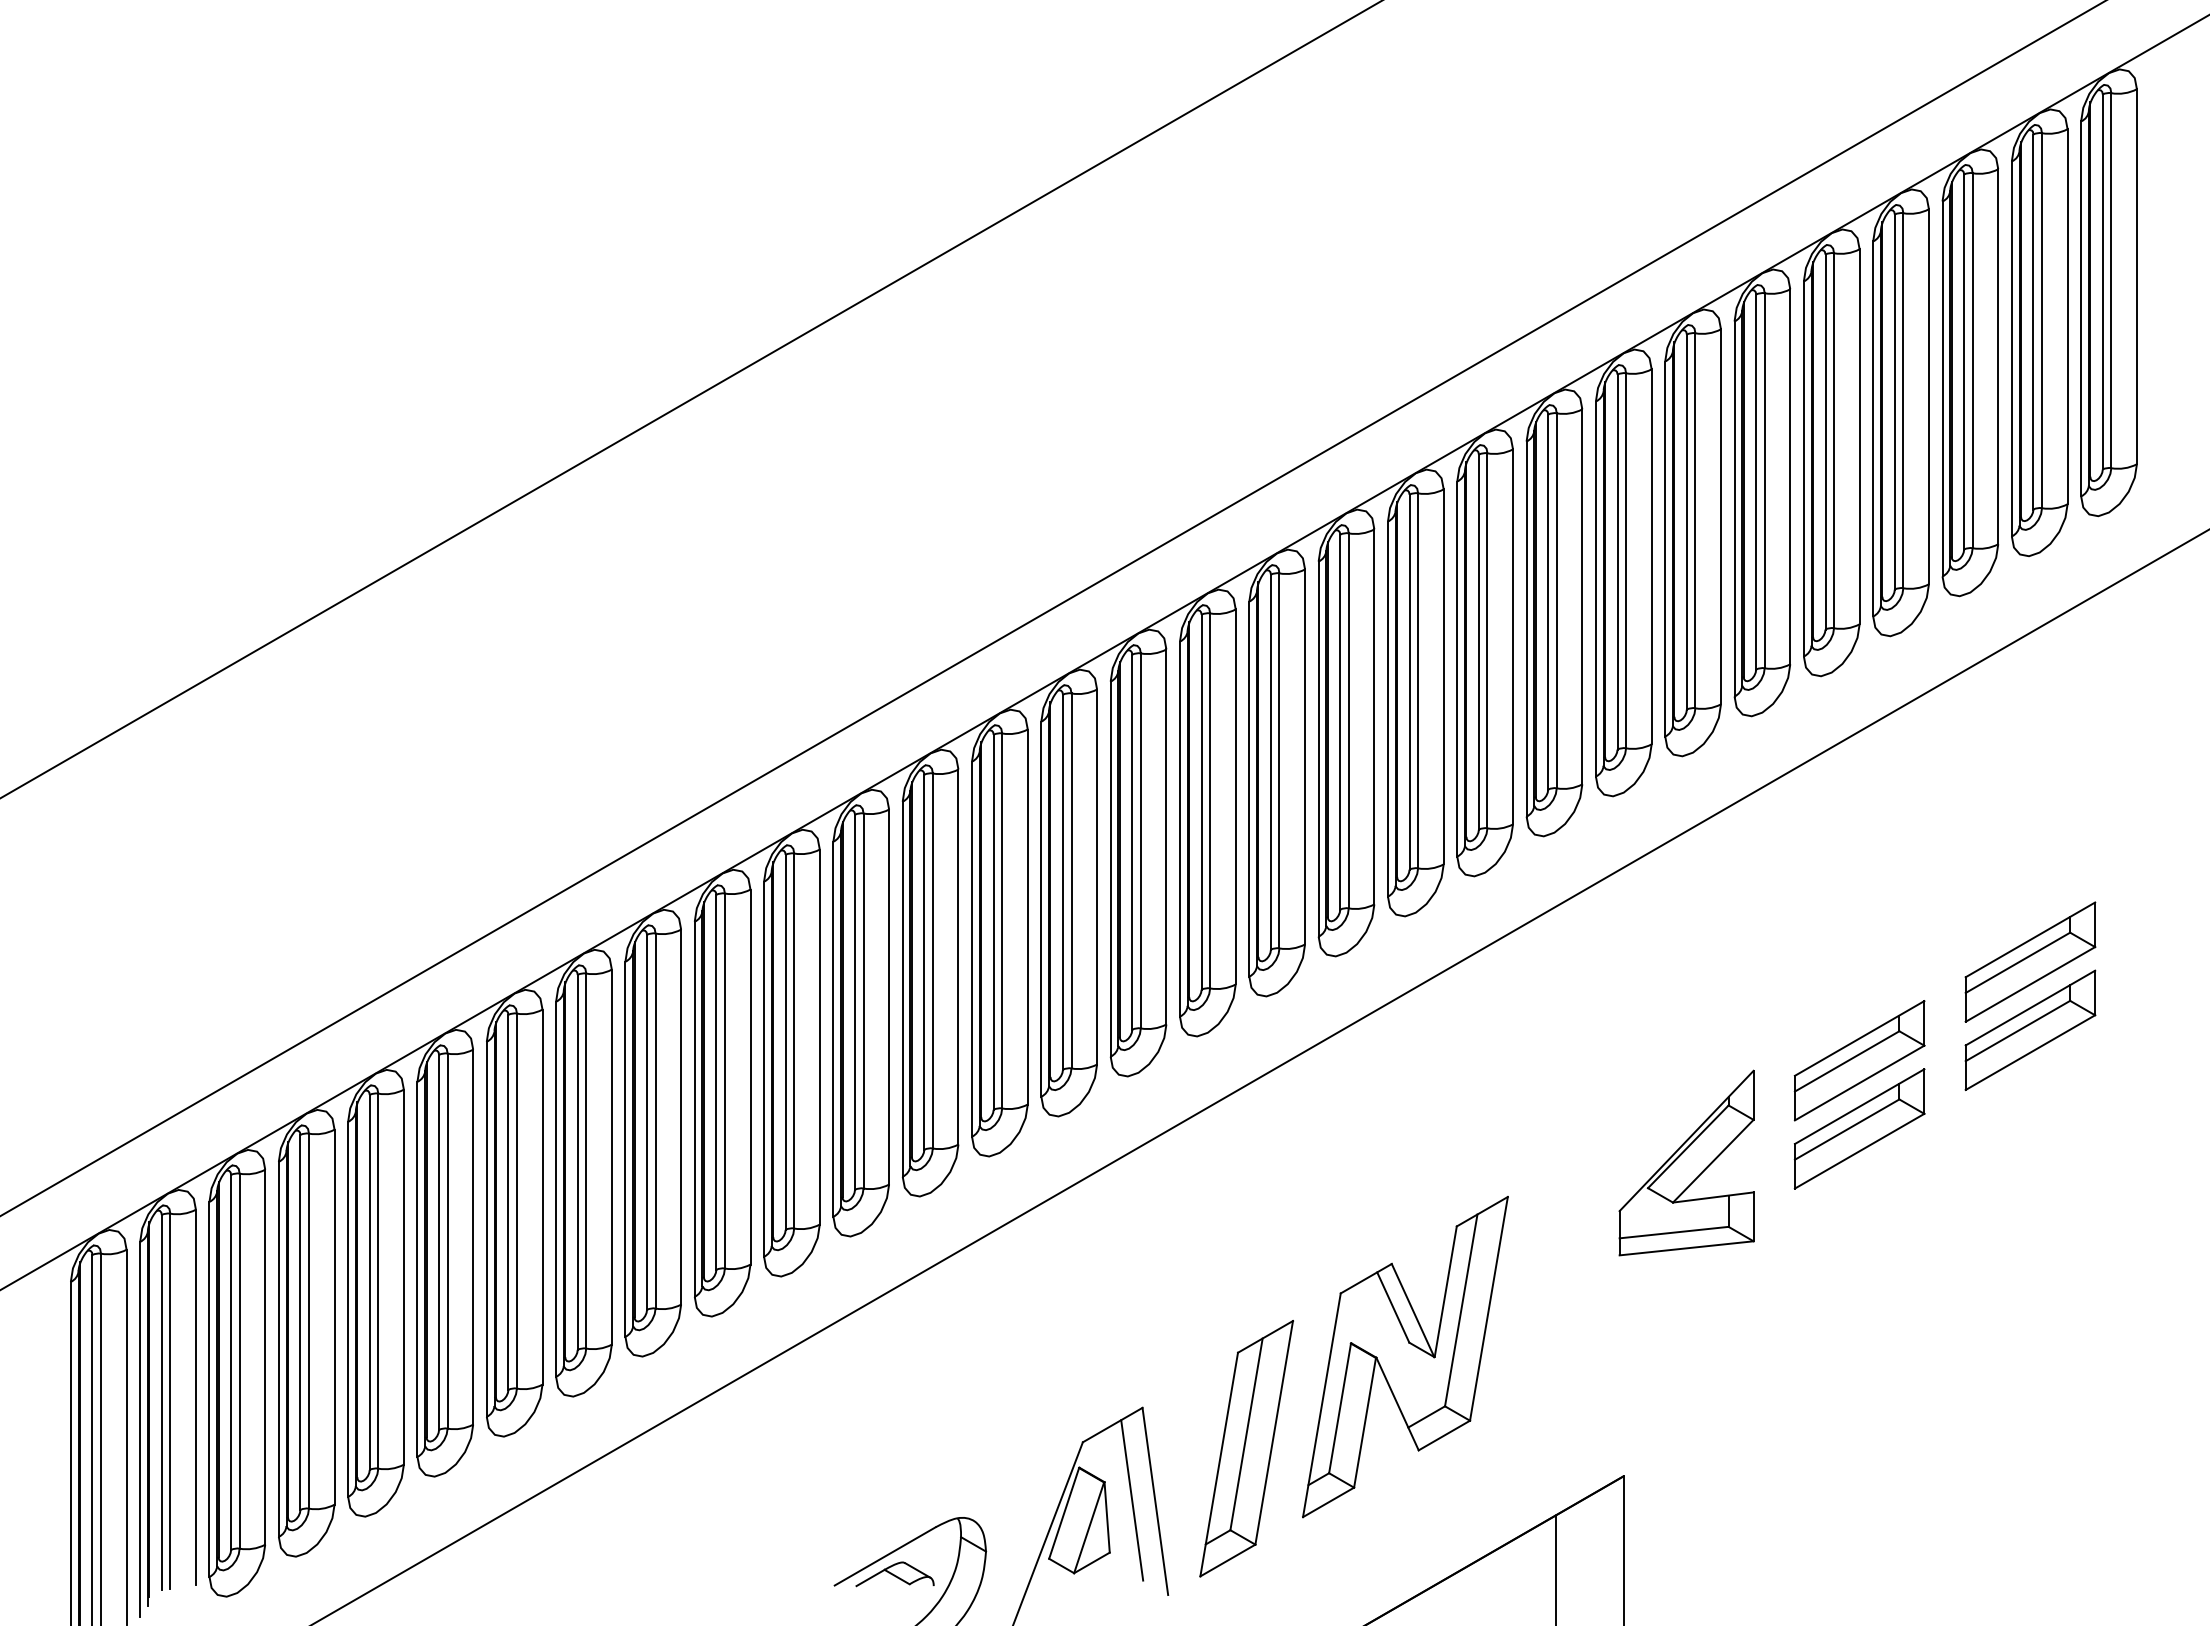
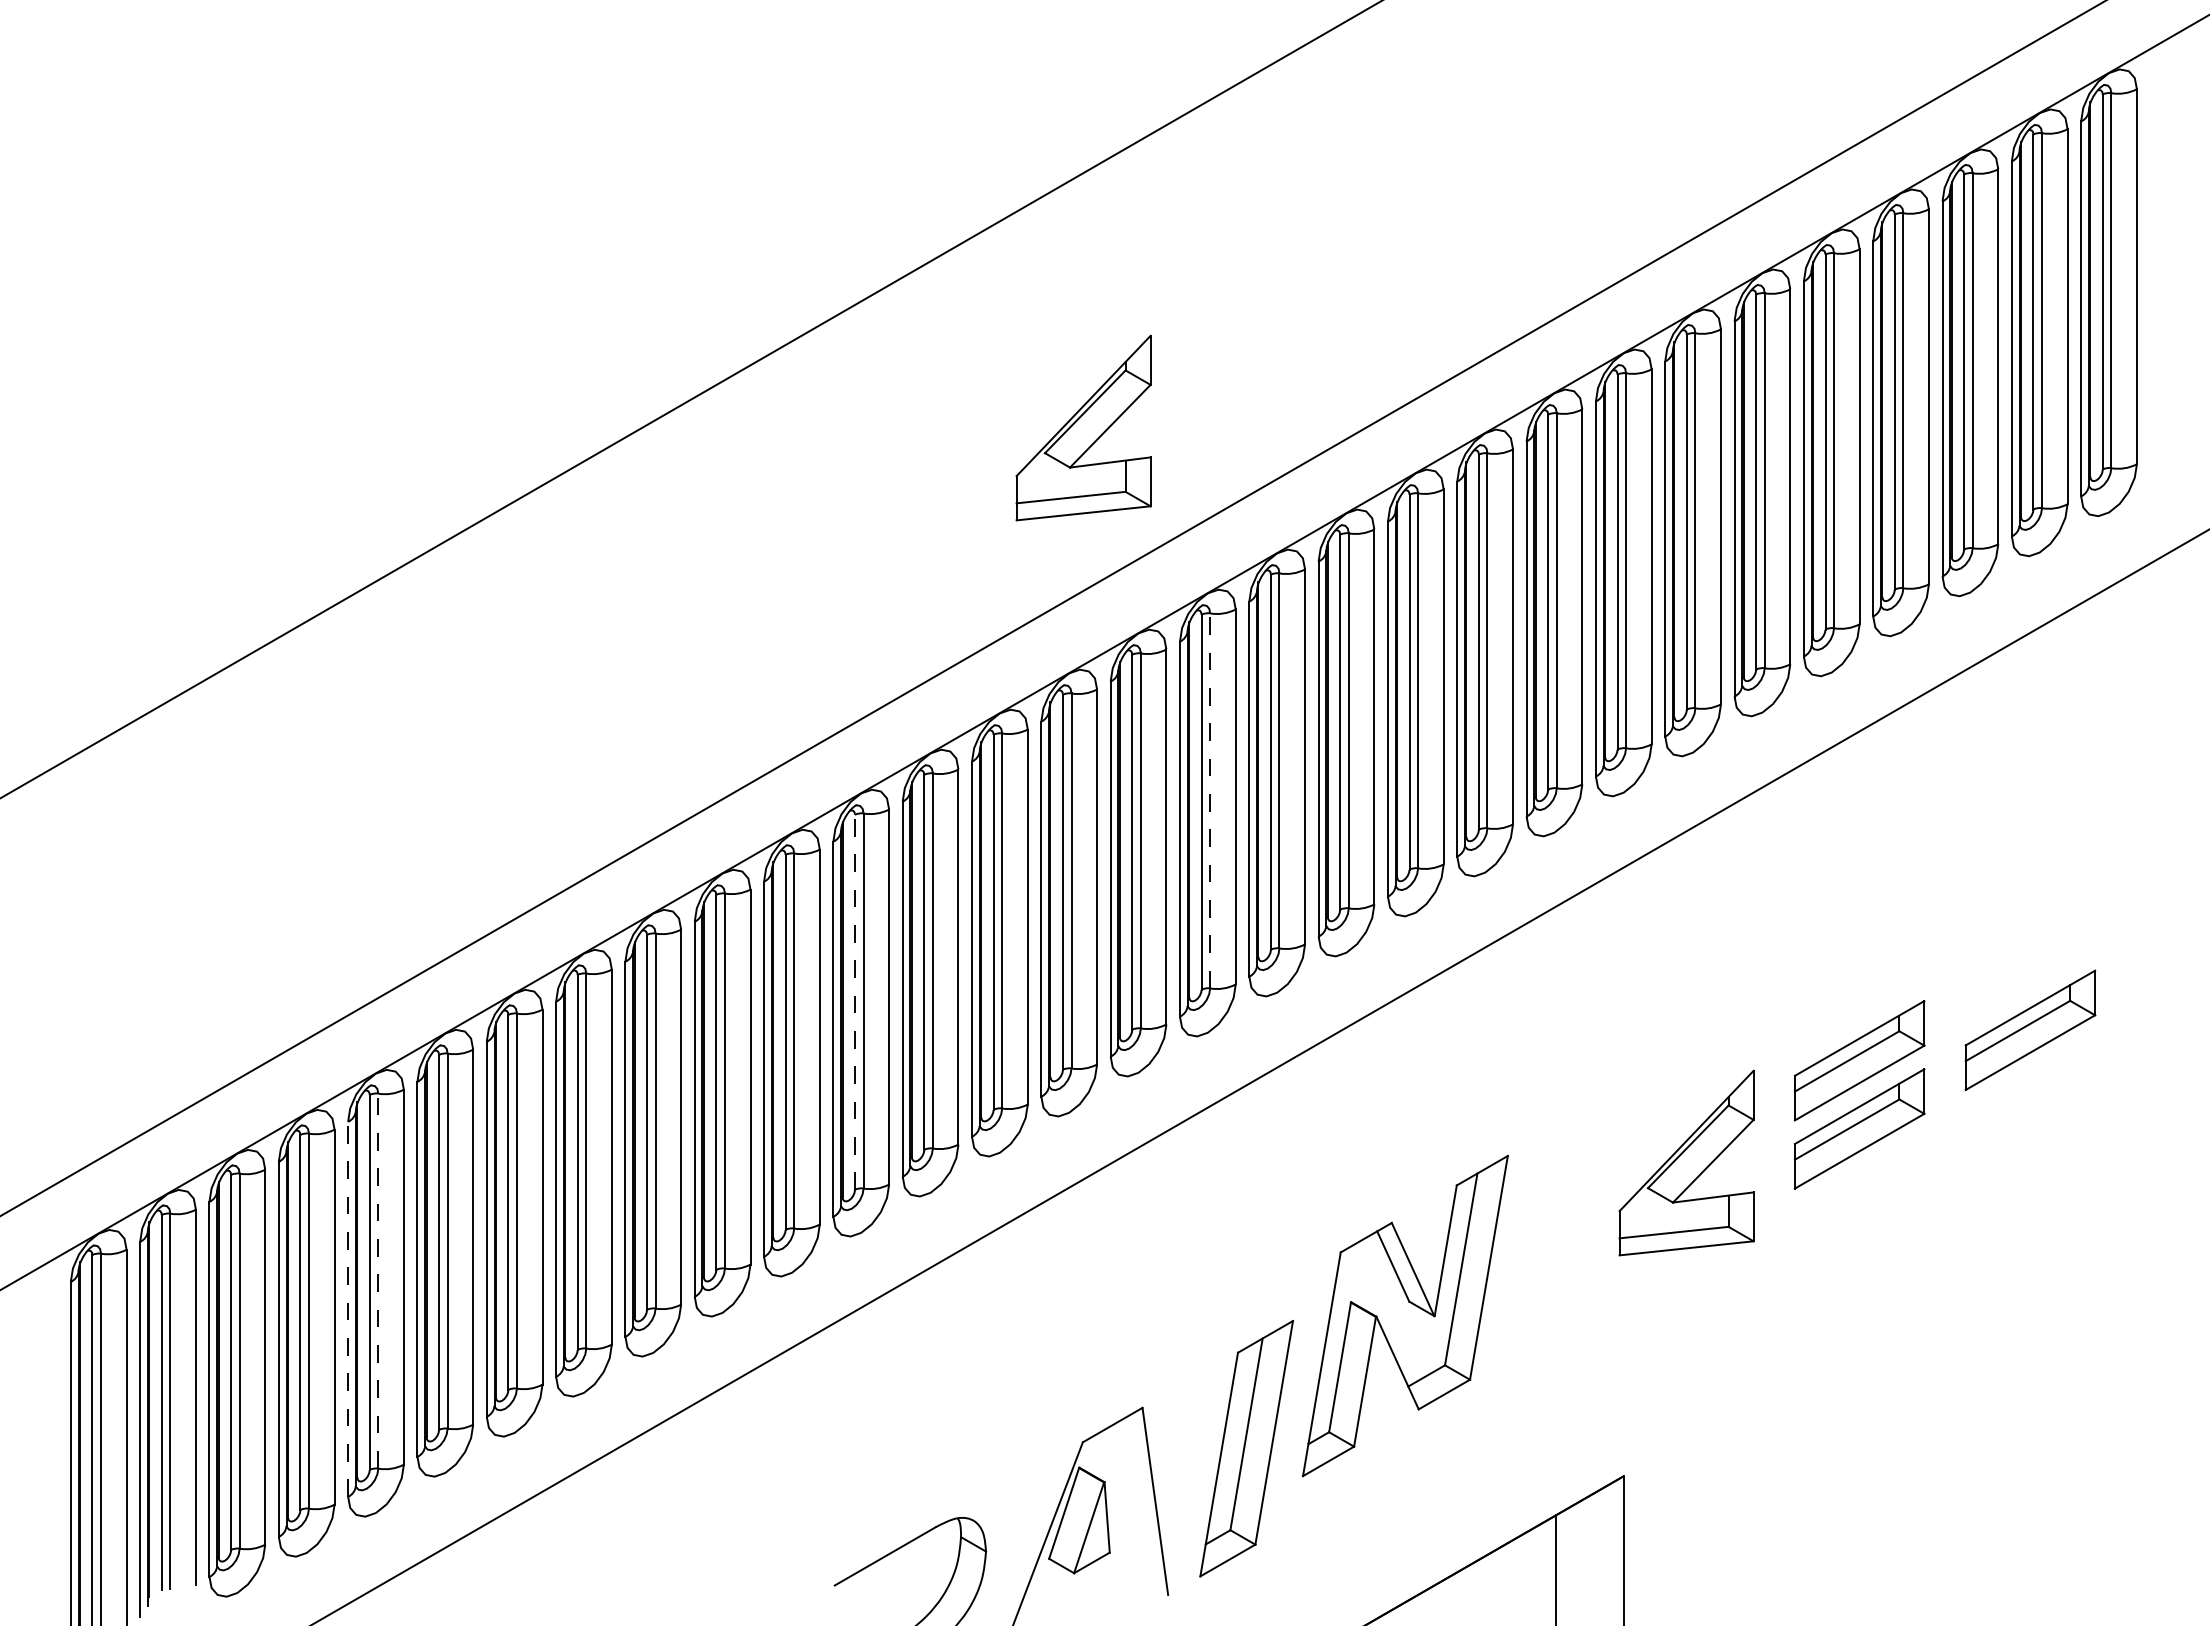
part at (1083, 427): none -> present
line at (1210, 800): solid -> dashed
part at (2030, 961): present -> none
line at (855, 1002): solid -> dashed
line at (378, 1281): solid -> dashed
line at (348, 1309): solid -> dashed
part at (1405, 1357) position: (1405, 1357) -> (1405, 1316)
line at (1132, 1500): present -> none
part at (894, 1574): present -> none
